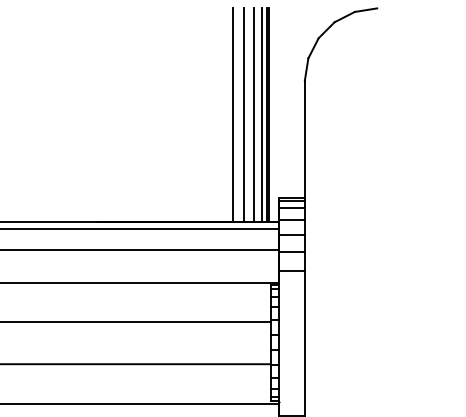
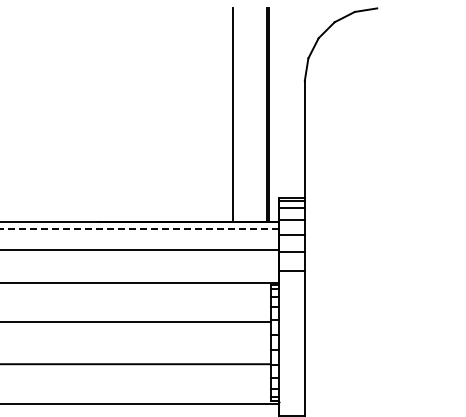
line at (243, 114): present -> none
line at (253, 114): present -> none
line at (261, 114): present -> none
line at (139, 229): solid -> dashed
